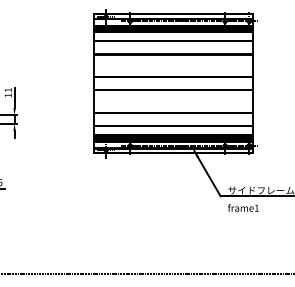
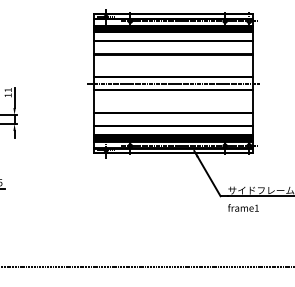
line at (173, 83): none -> present
line at (146, 274) position: (146, 274) -> (146, 267)
